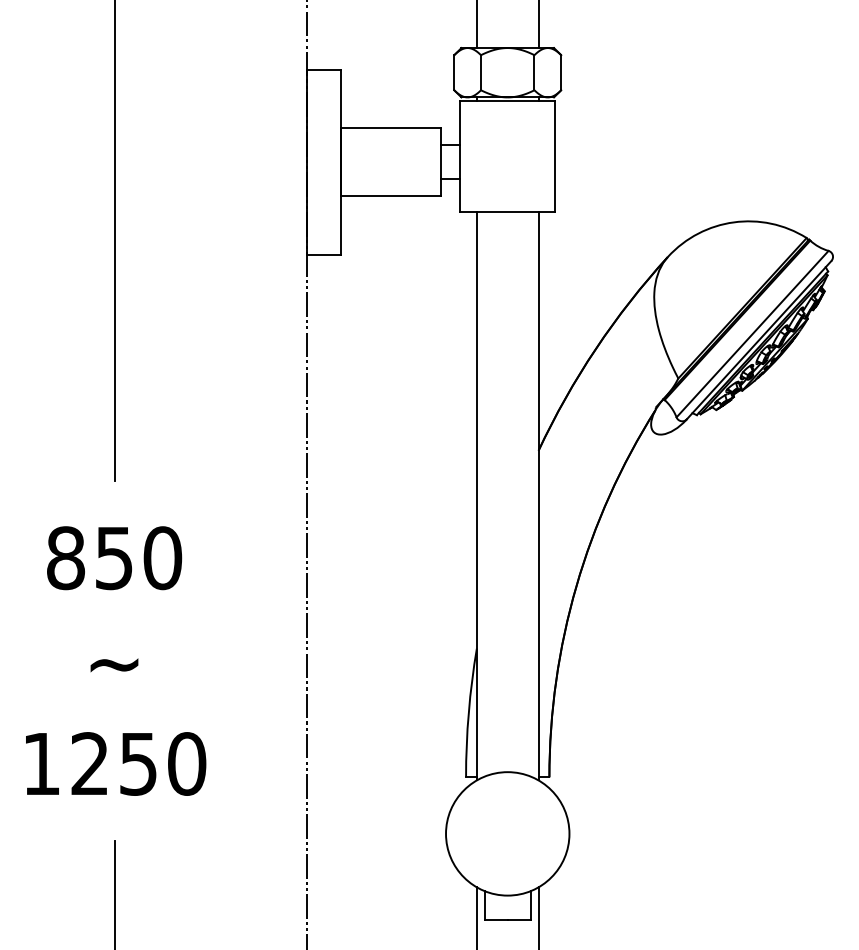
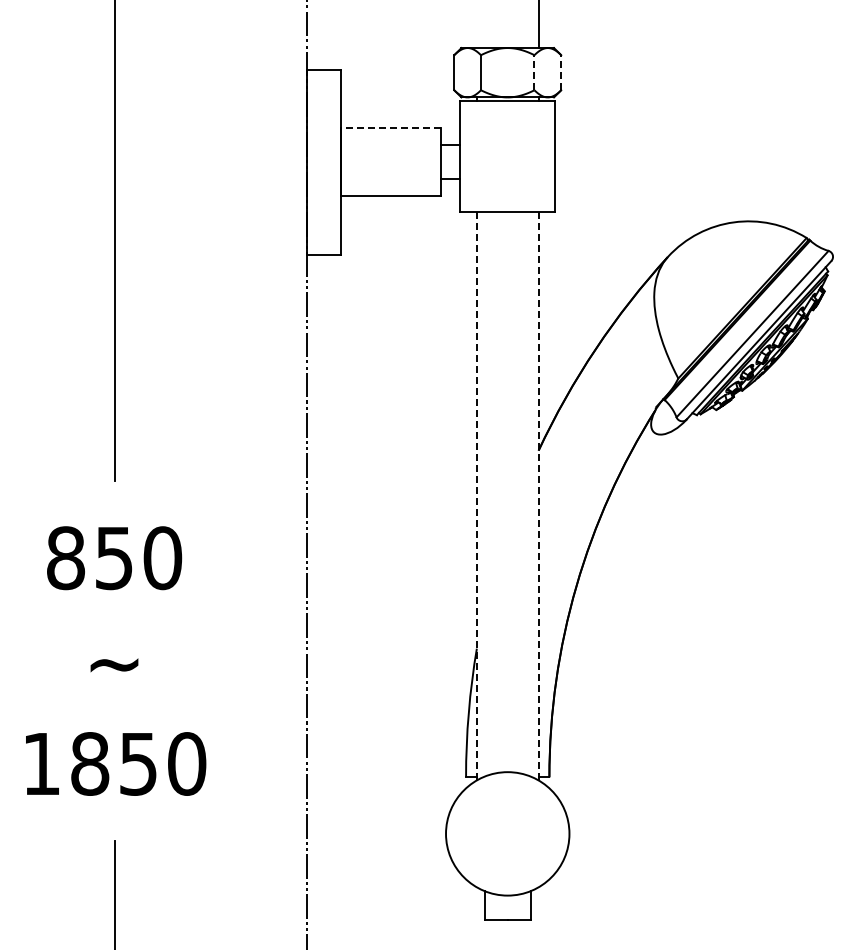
line at (476, 25): present -> none
line at (534, 72): solid -> dashed
line at (561, 72): solid -> dashed
line at (391, 128): solid -> dashed
line at (476, 496): solid -> dashed
line at (538, 496): solid -> dashed
text at (90, 763): 1250 -> 1850
line at (476, 916): present -> none
line at (538, 916): present -> none
